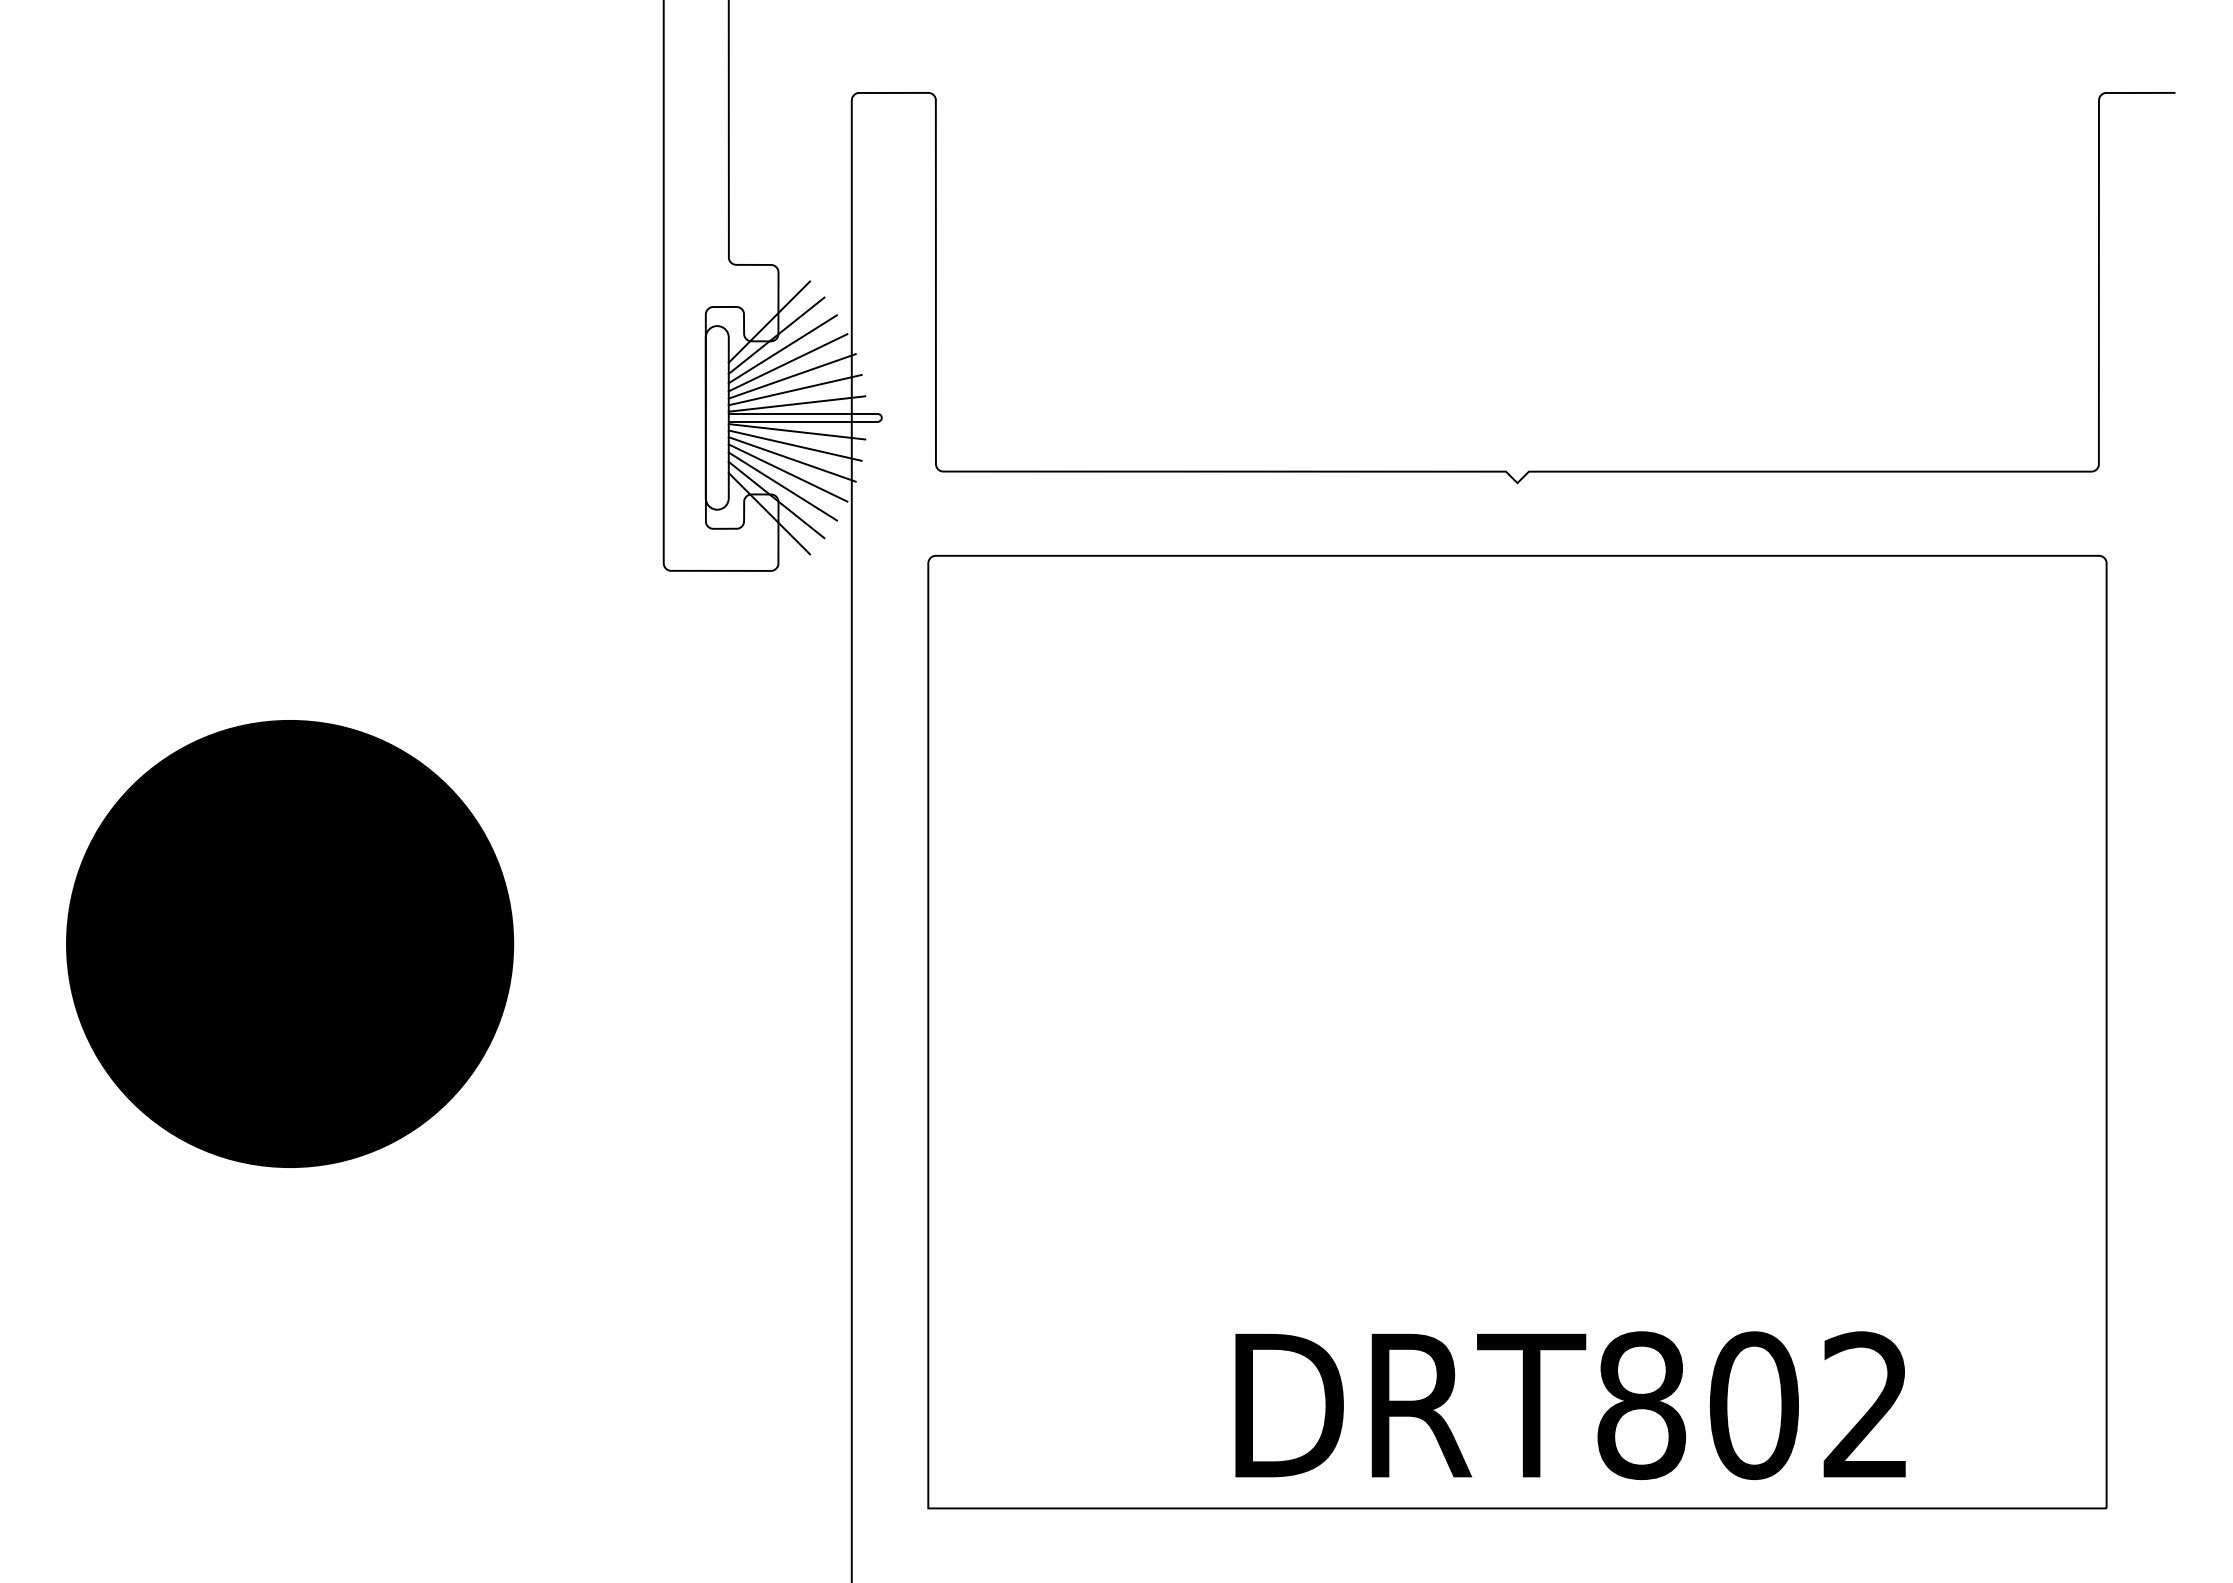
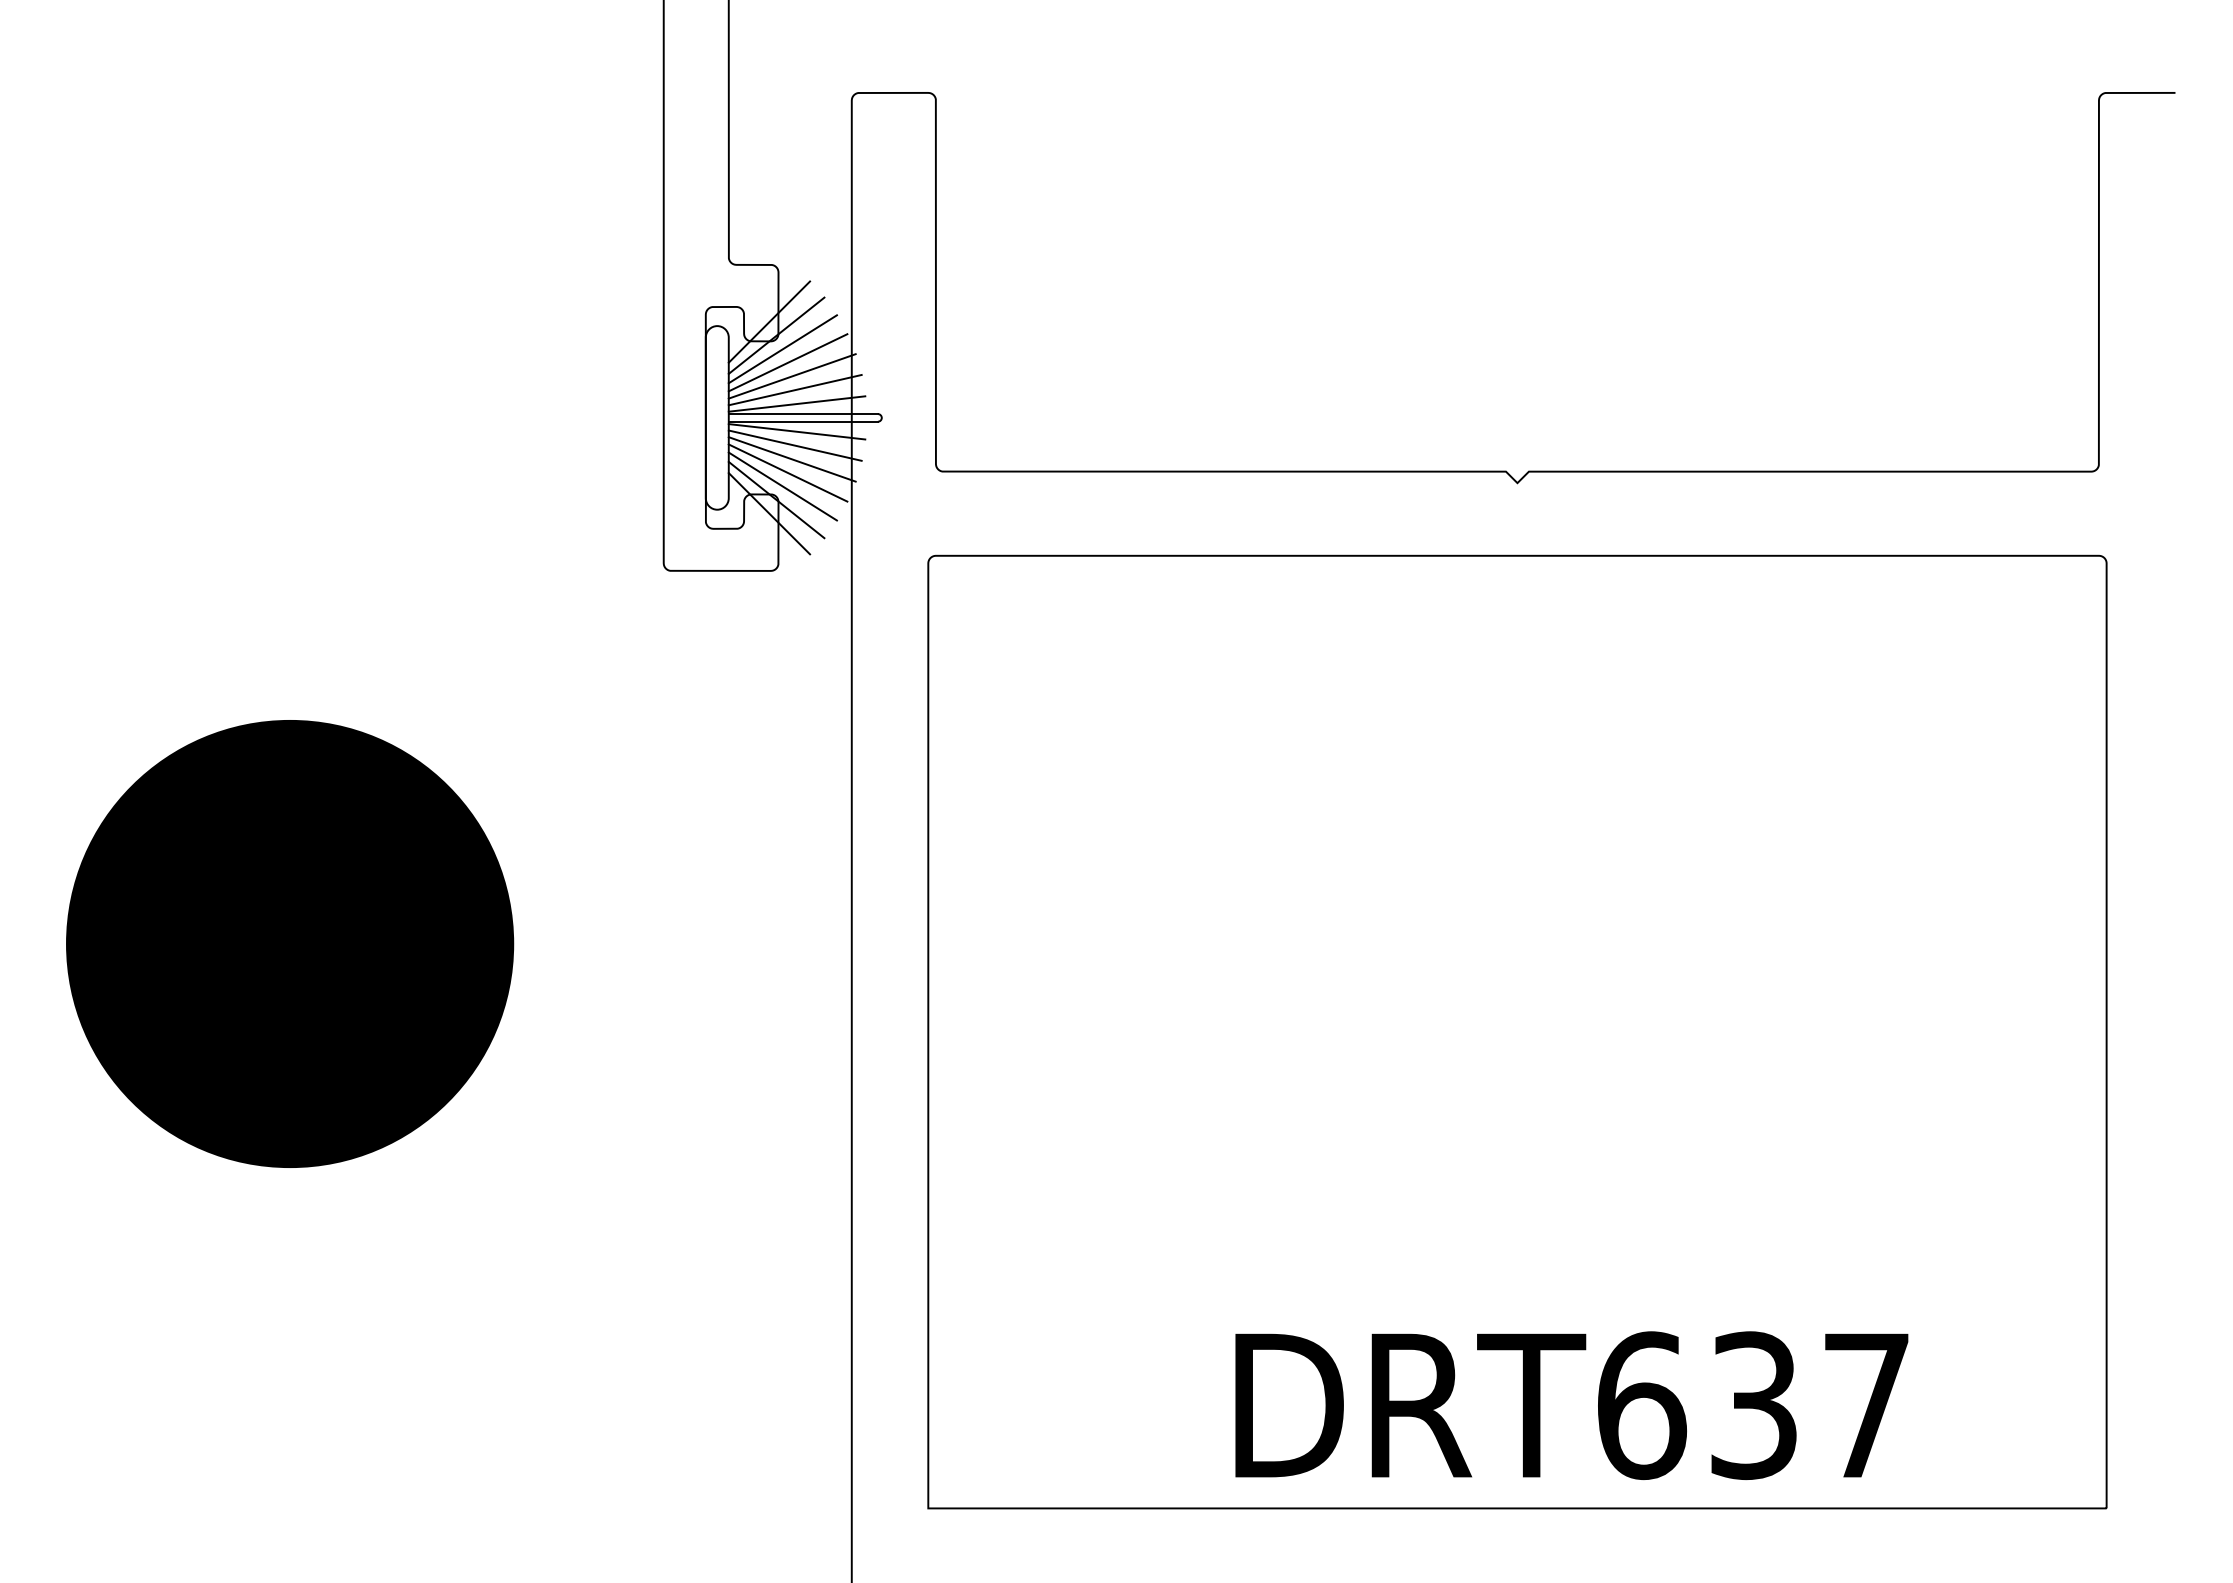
text at (1752, 1405): DRT802 -> DRT637
